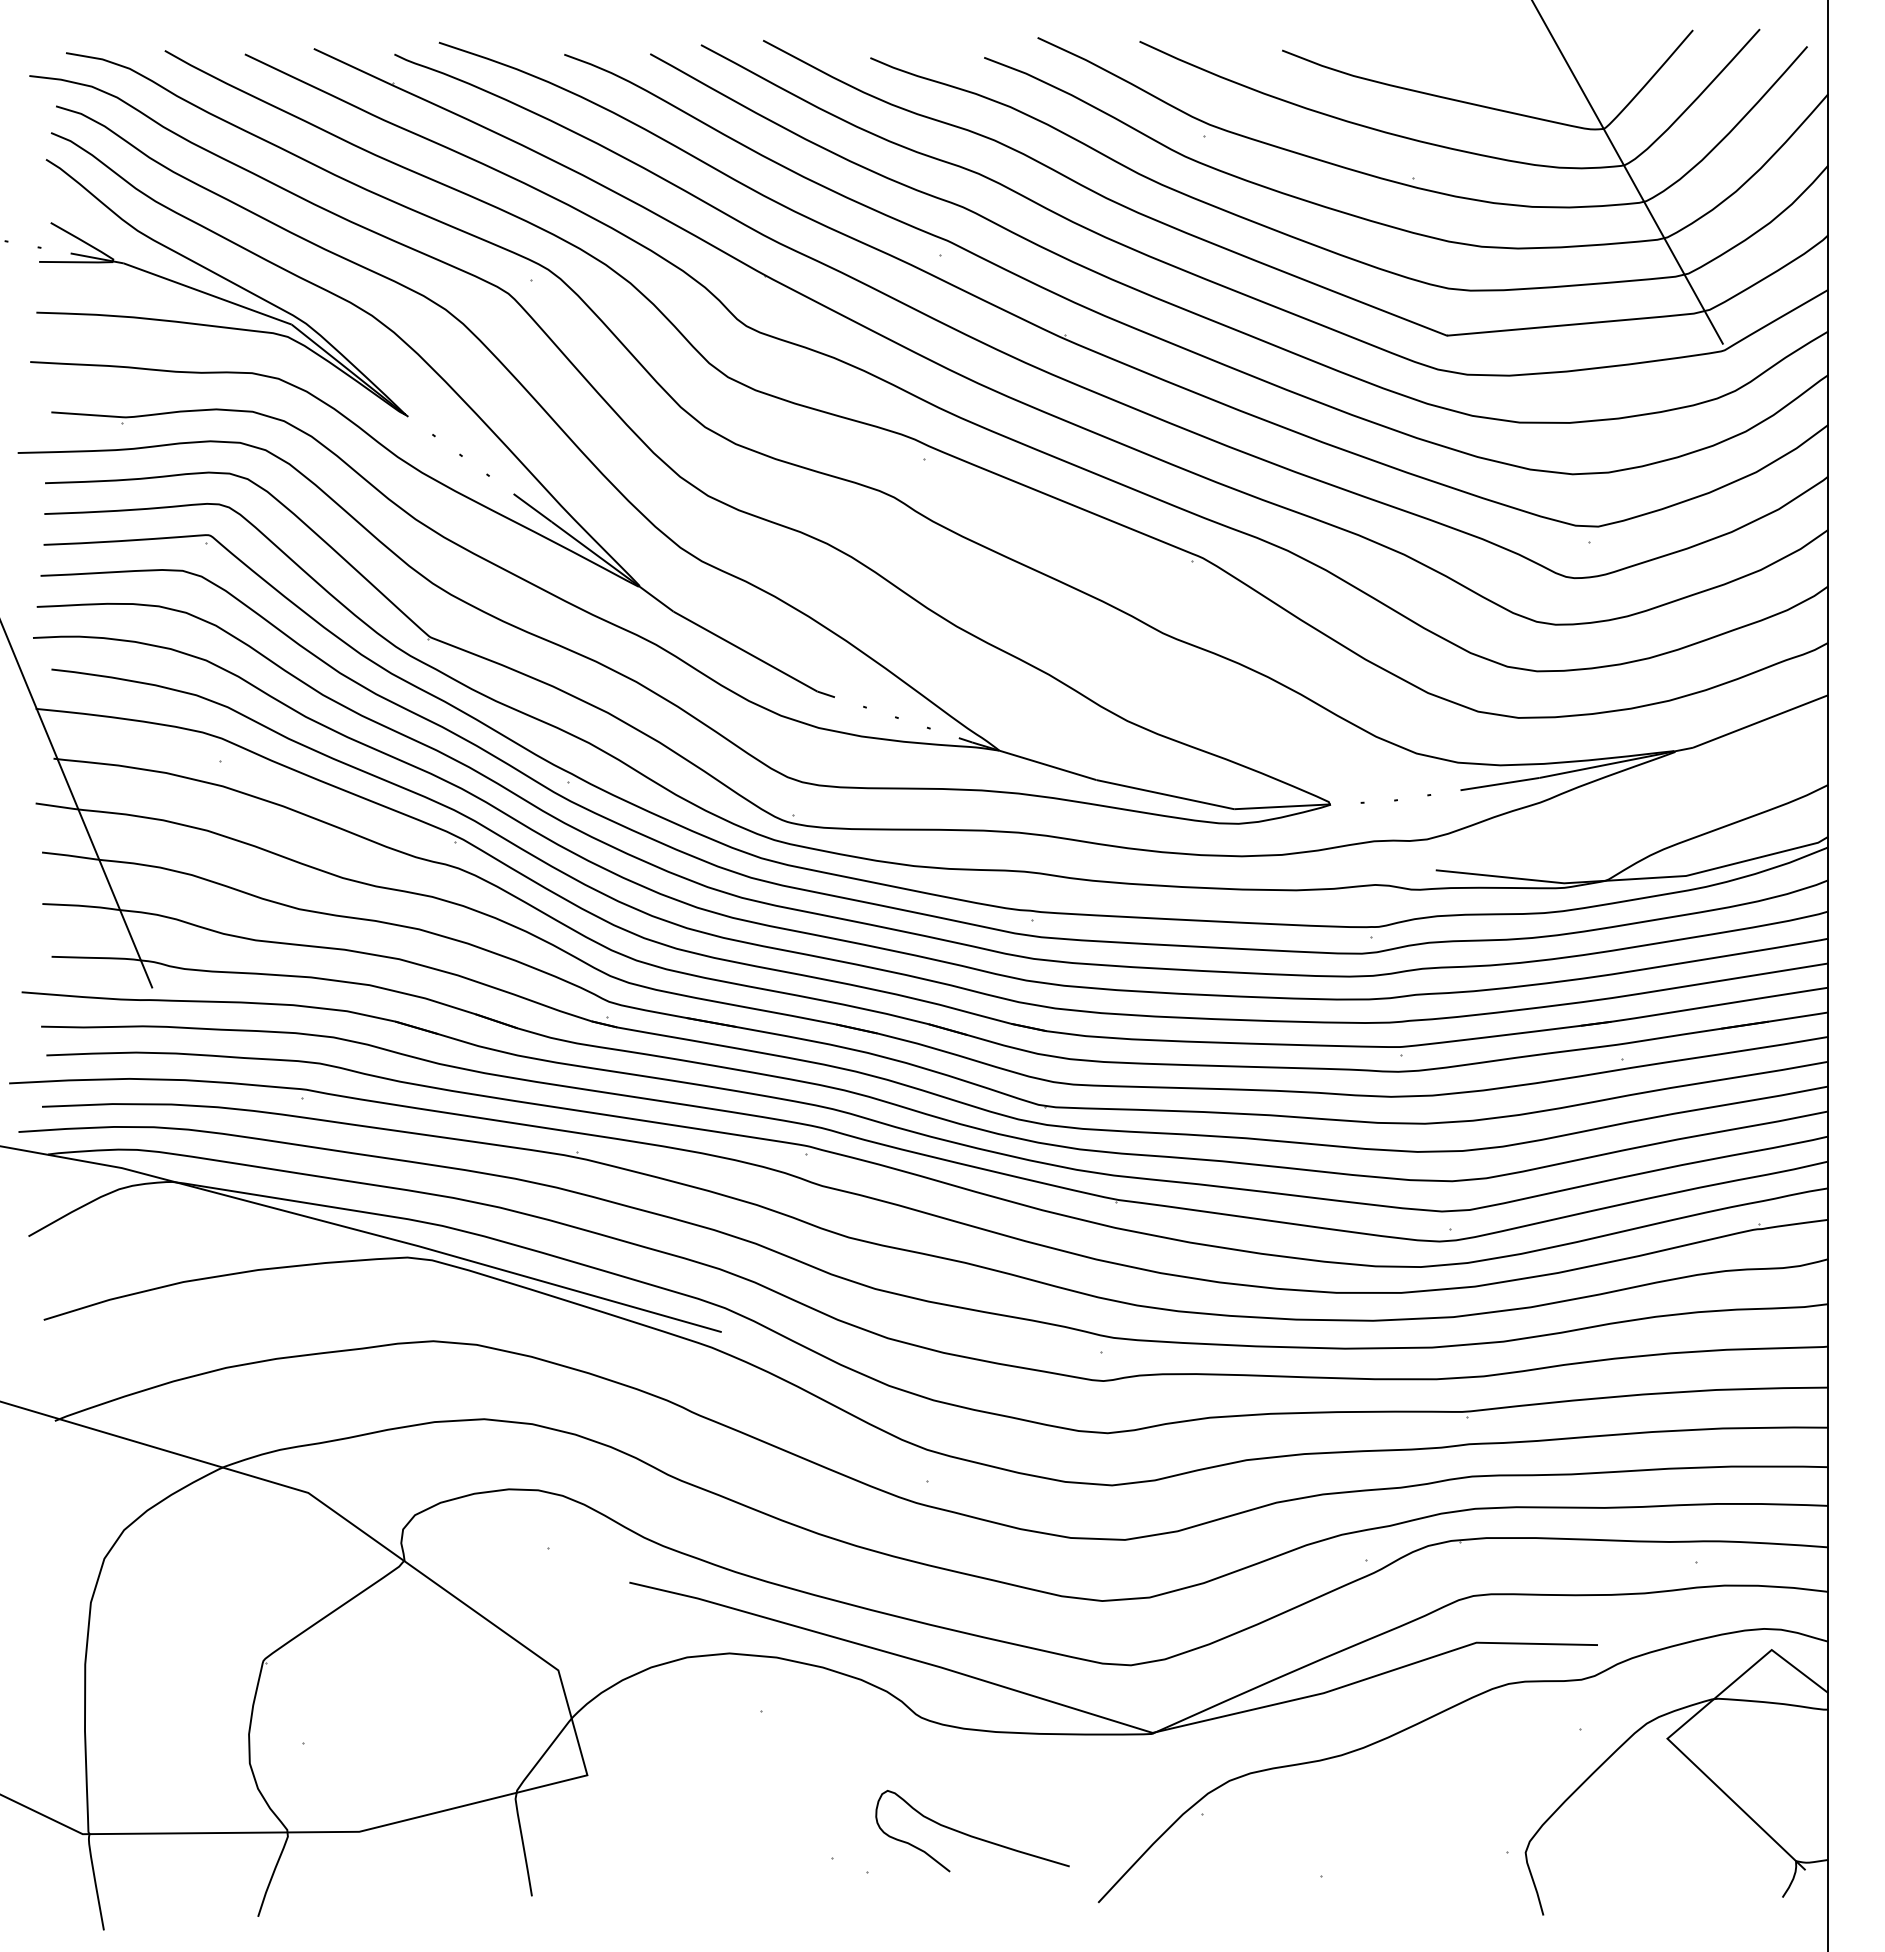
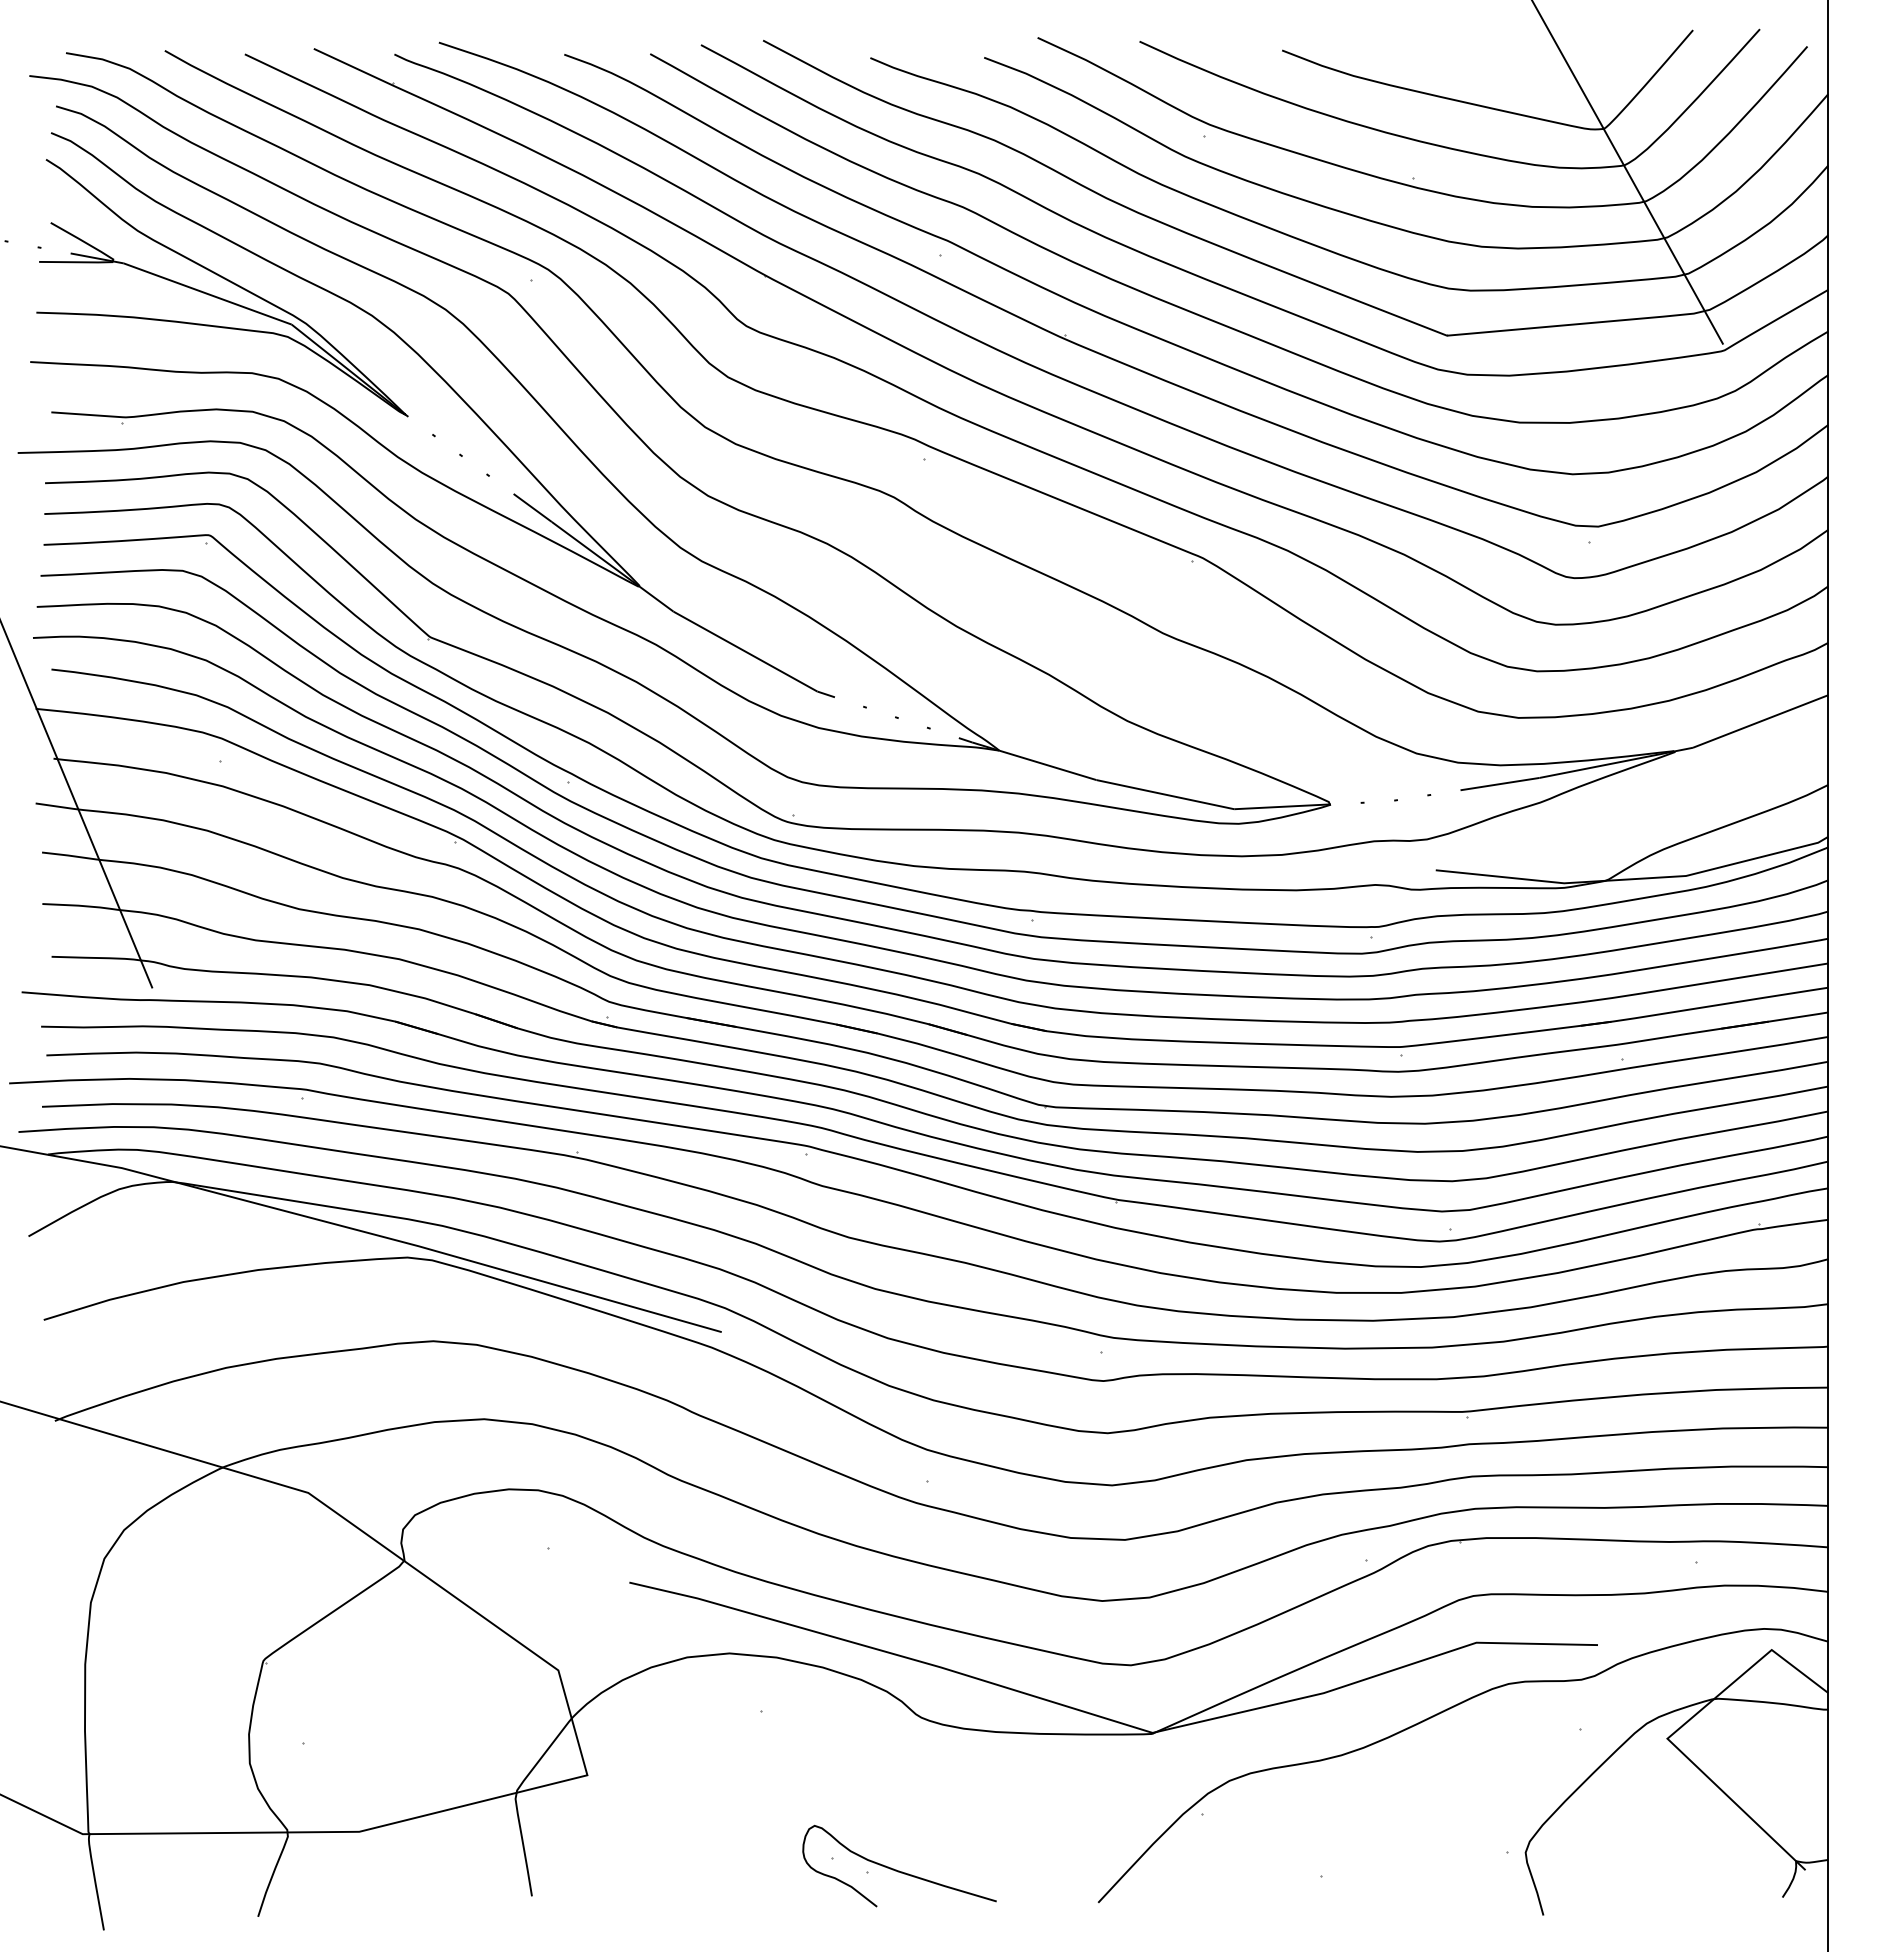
curve at (969, 1834) position: (969, 1834) -> (896, 1869)
